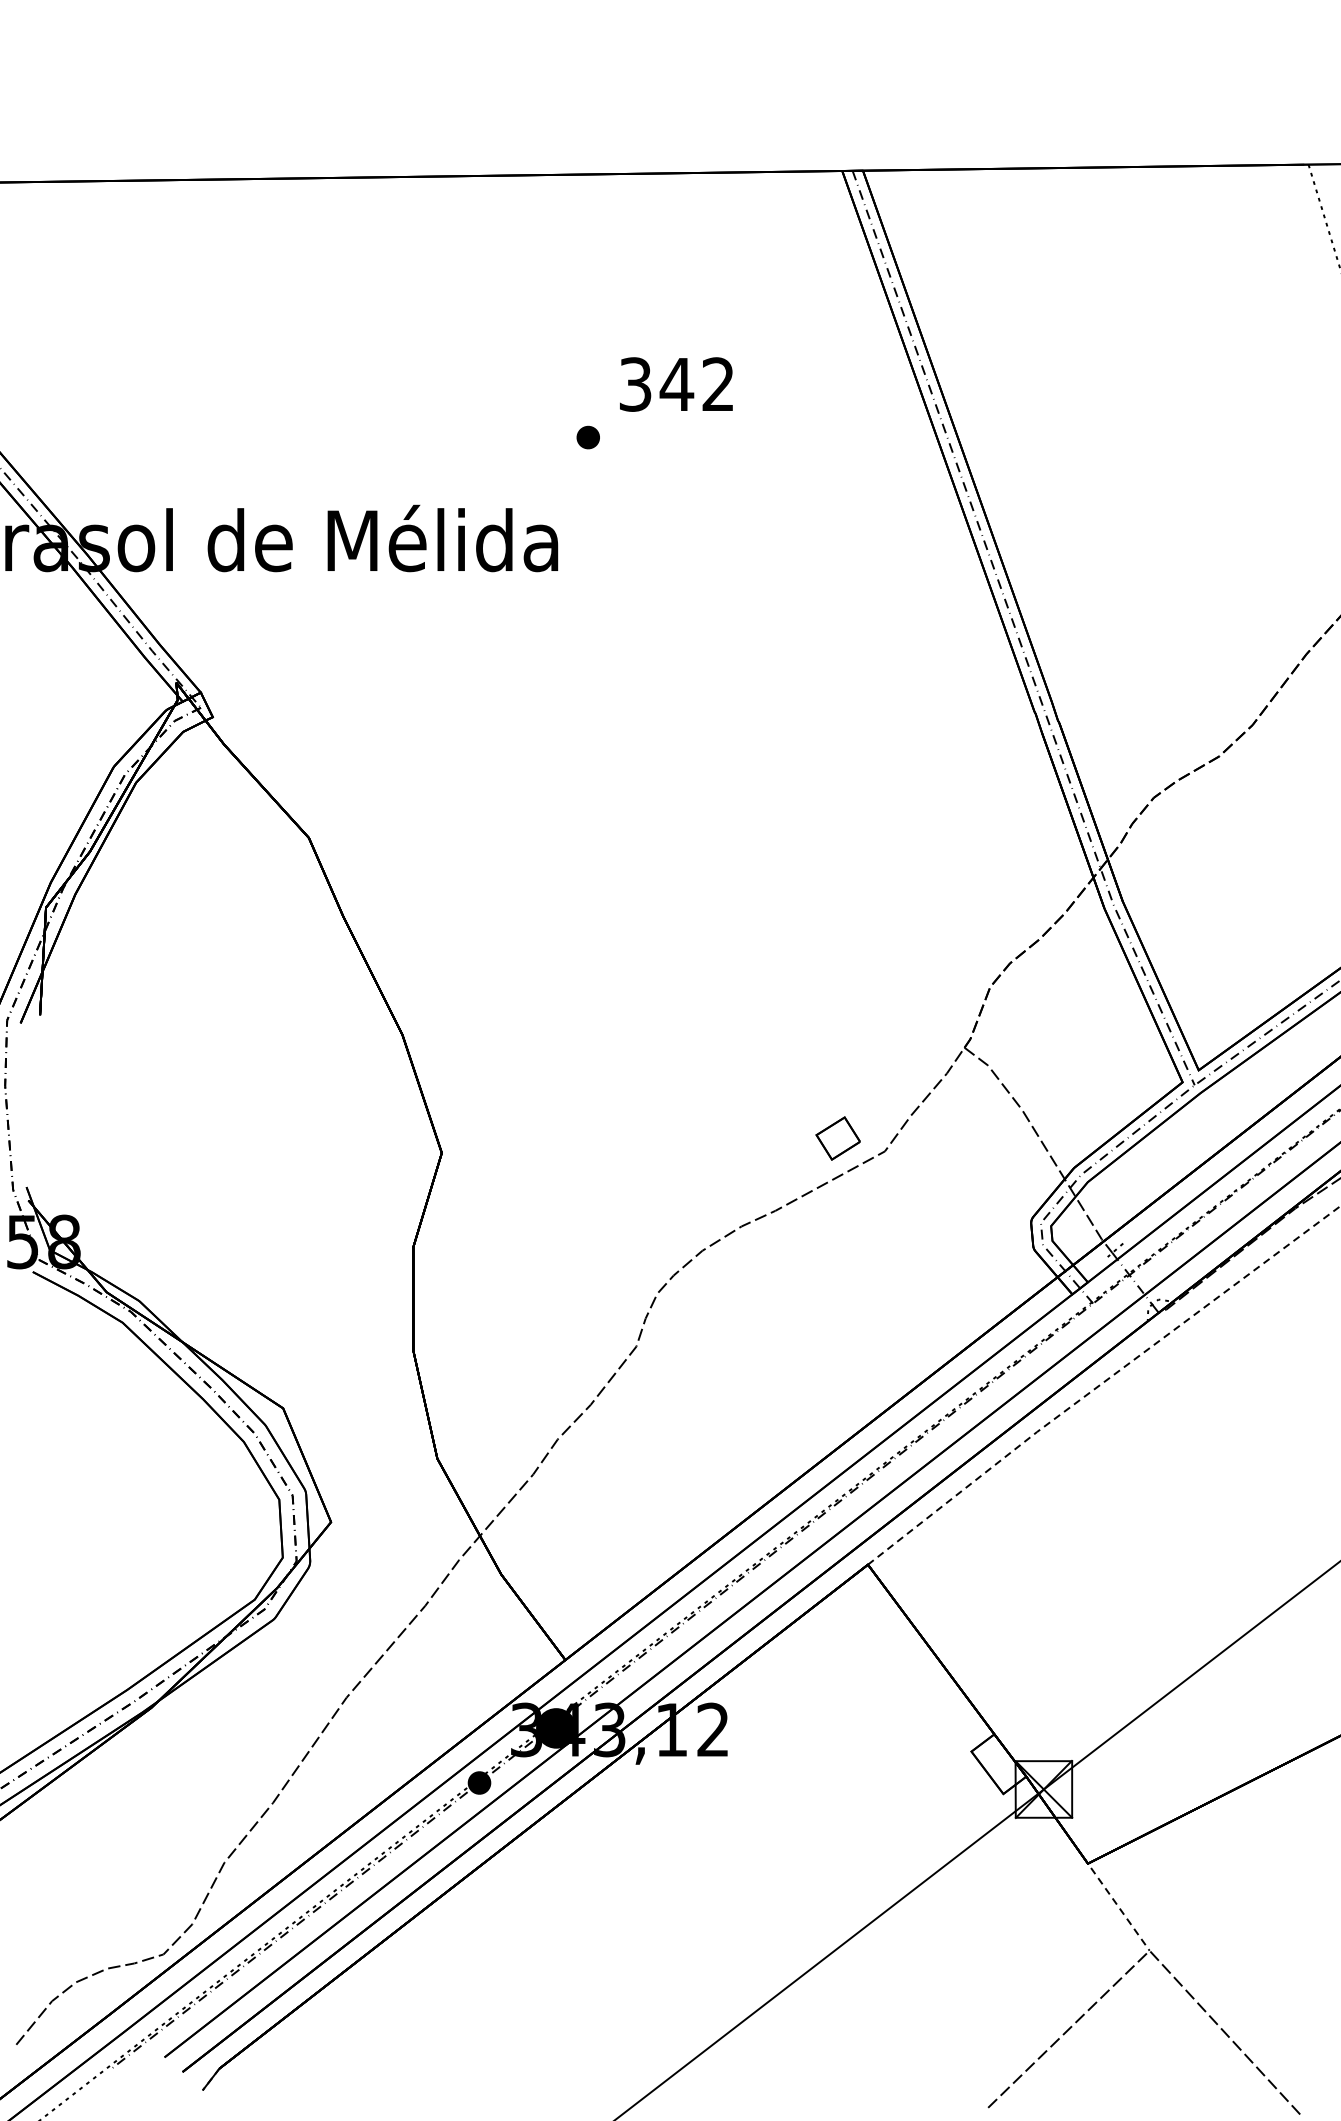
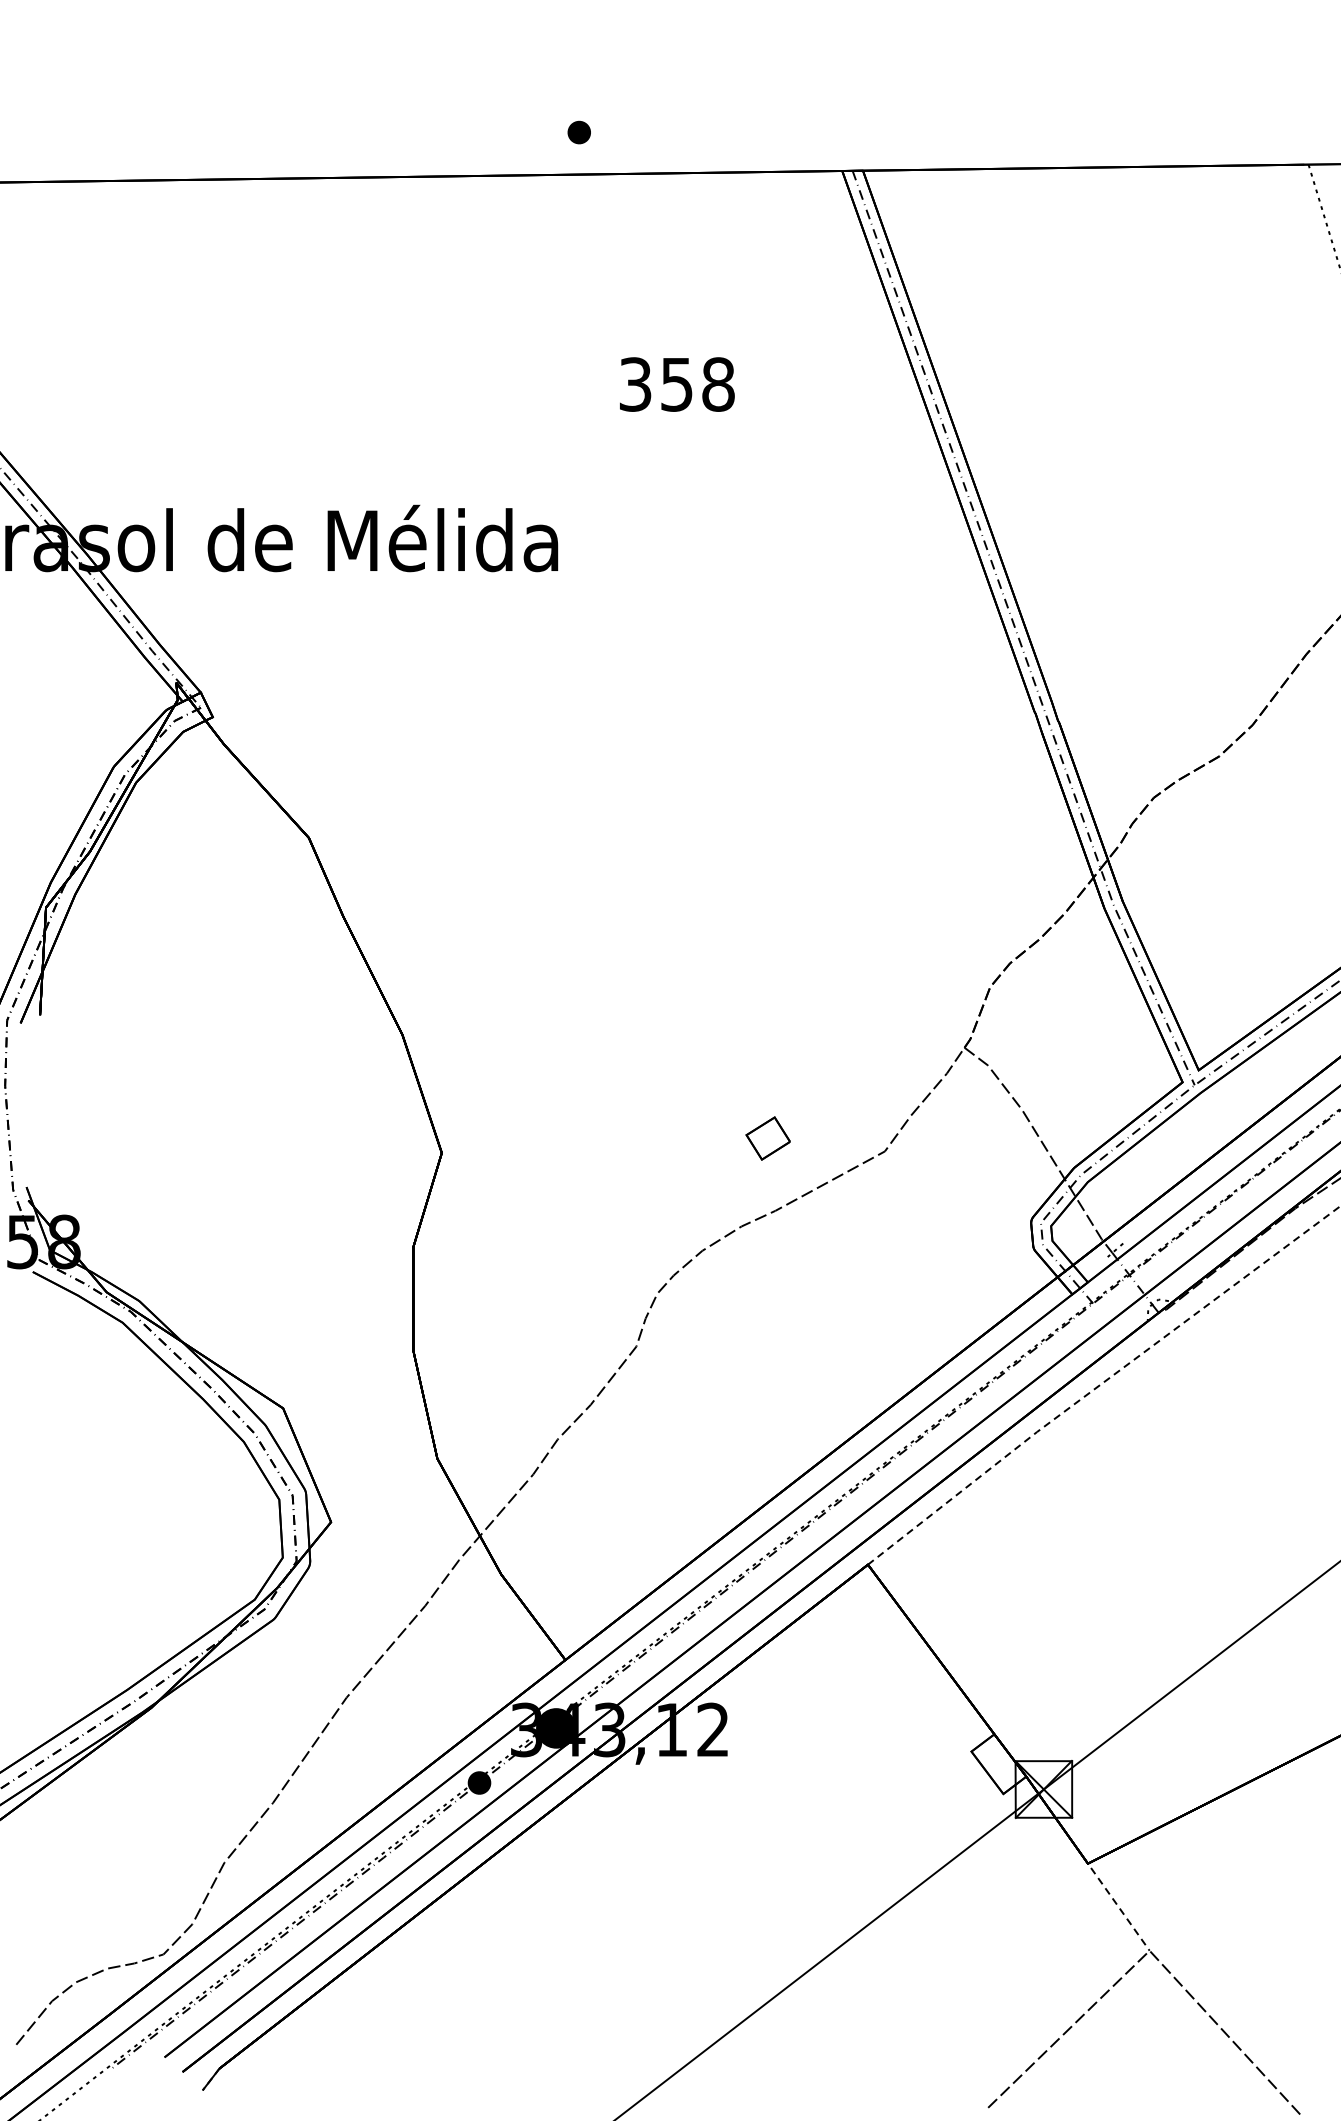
text at (696, 384): 342 -> 358
part at (587, 437) position: (587, 437) -> (578, 132)
part at (837, 1138) position: (837, 1138) -> (767, 1138)
